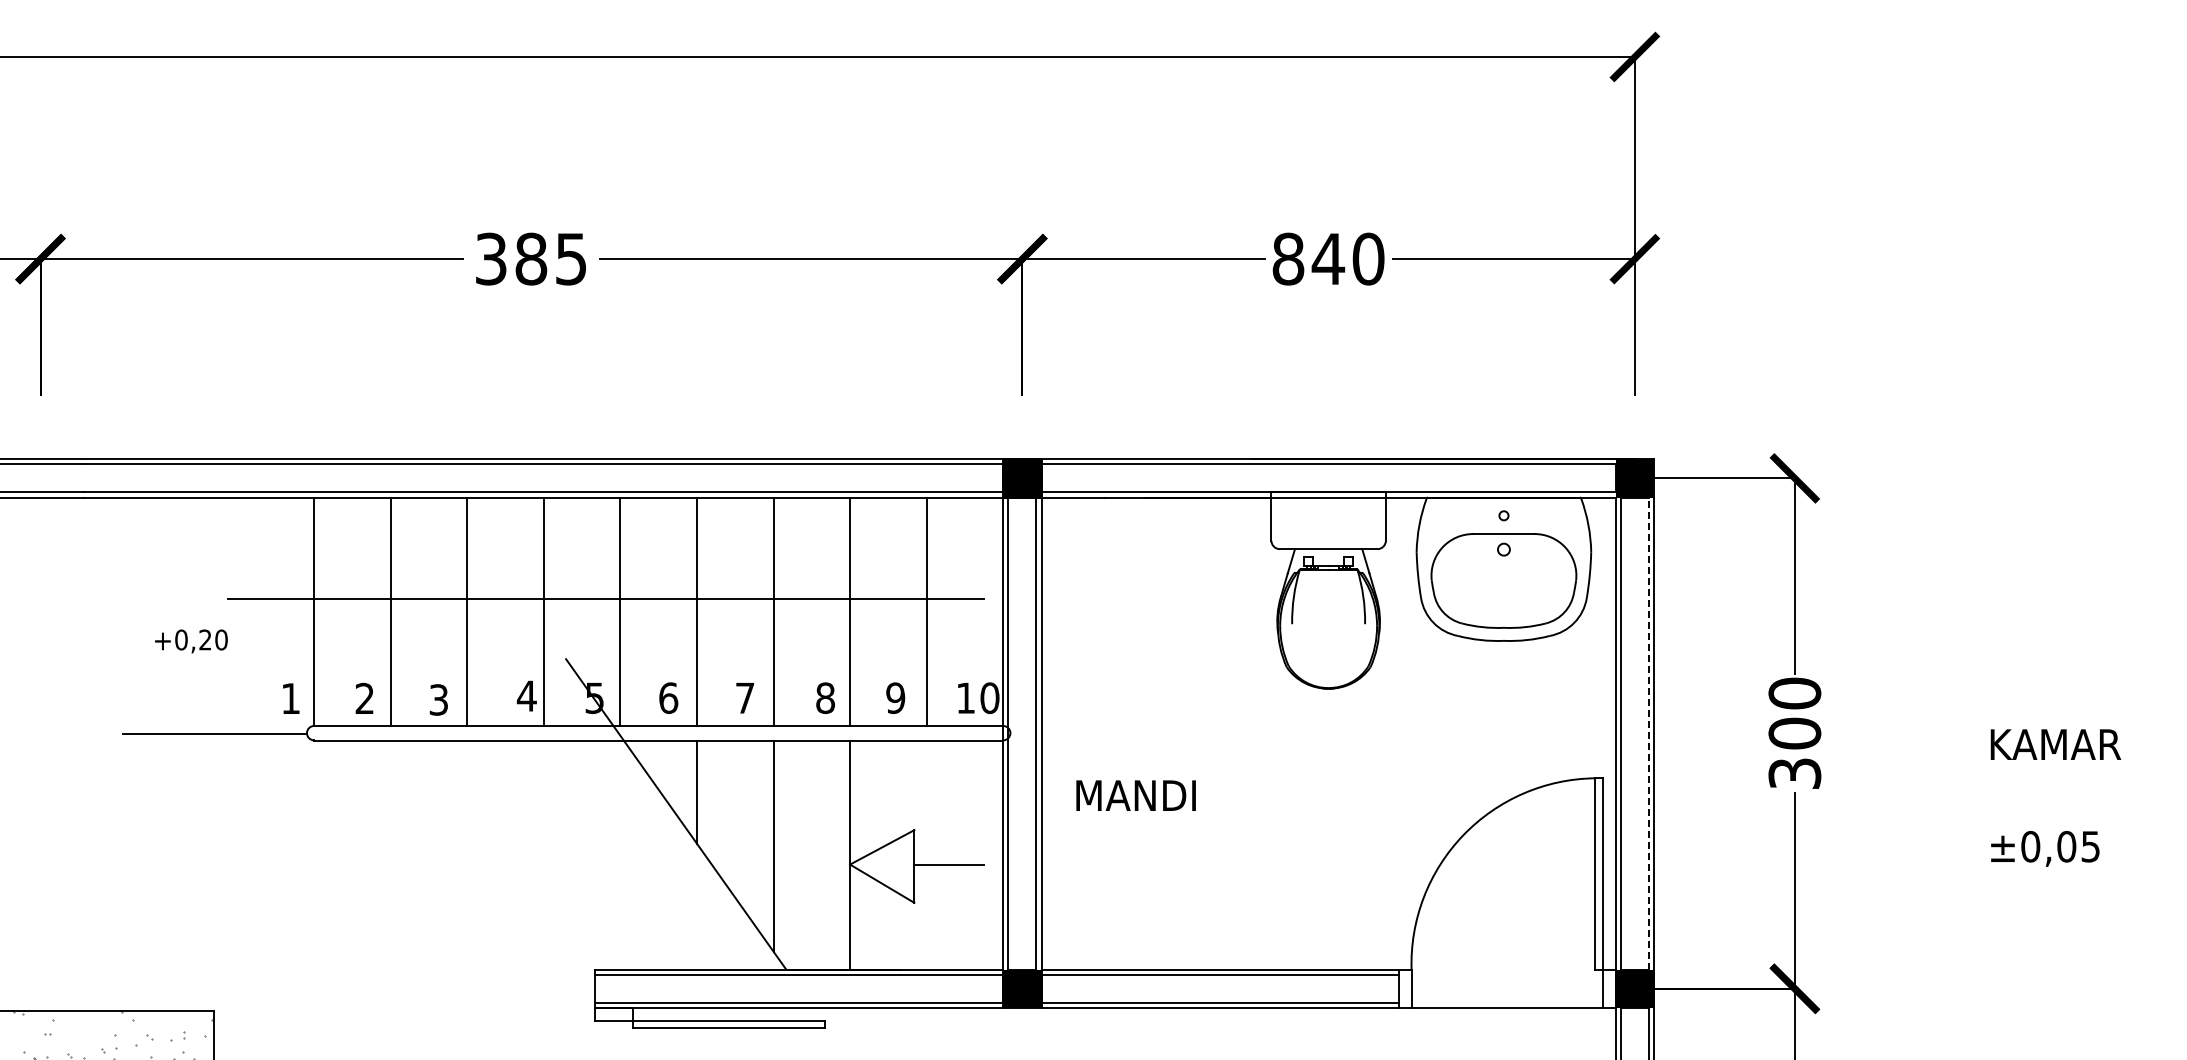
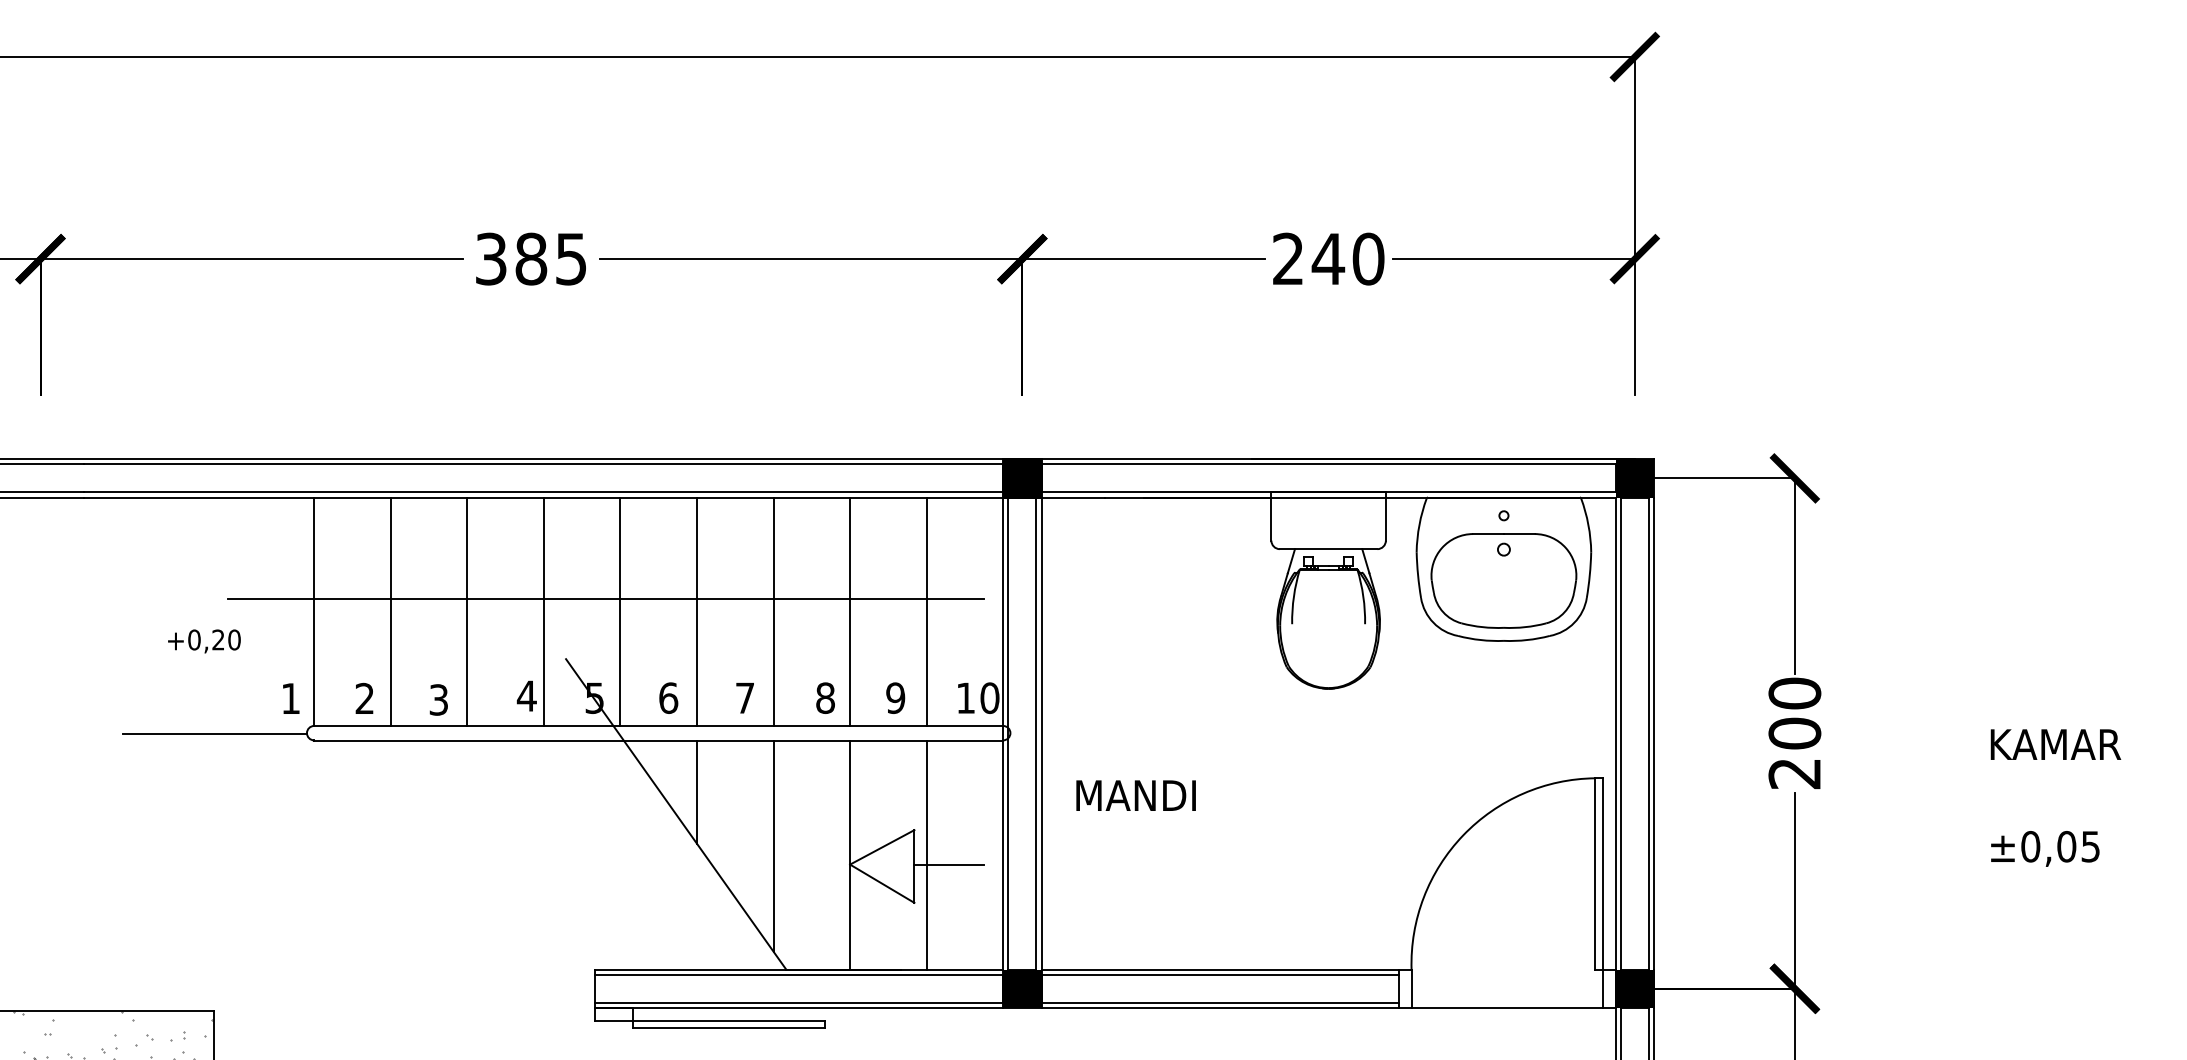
text at (1288, 258): 840 -> 240
text at (191, 641) position: (191, 641) -> (204, 641)
line at (1648, 733): dashed -> solid
text at (1794, 773): 300 -> 200
line at (926, 855): none -> present
